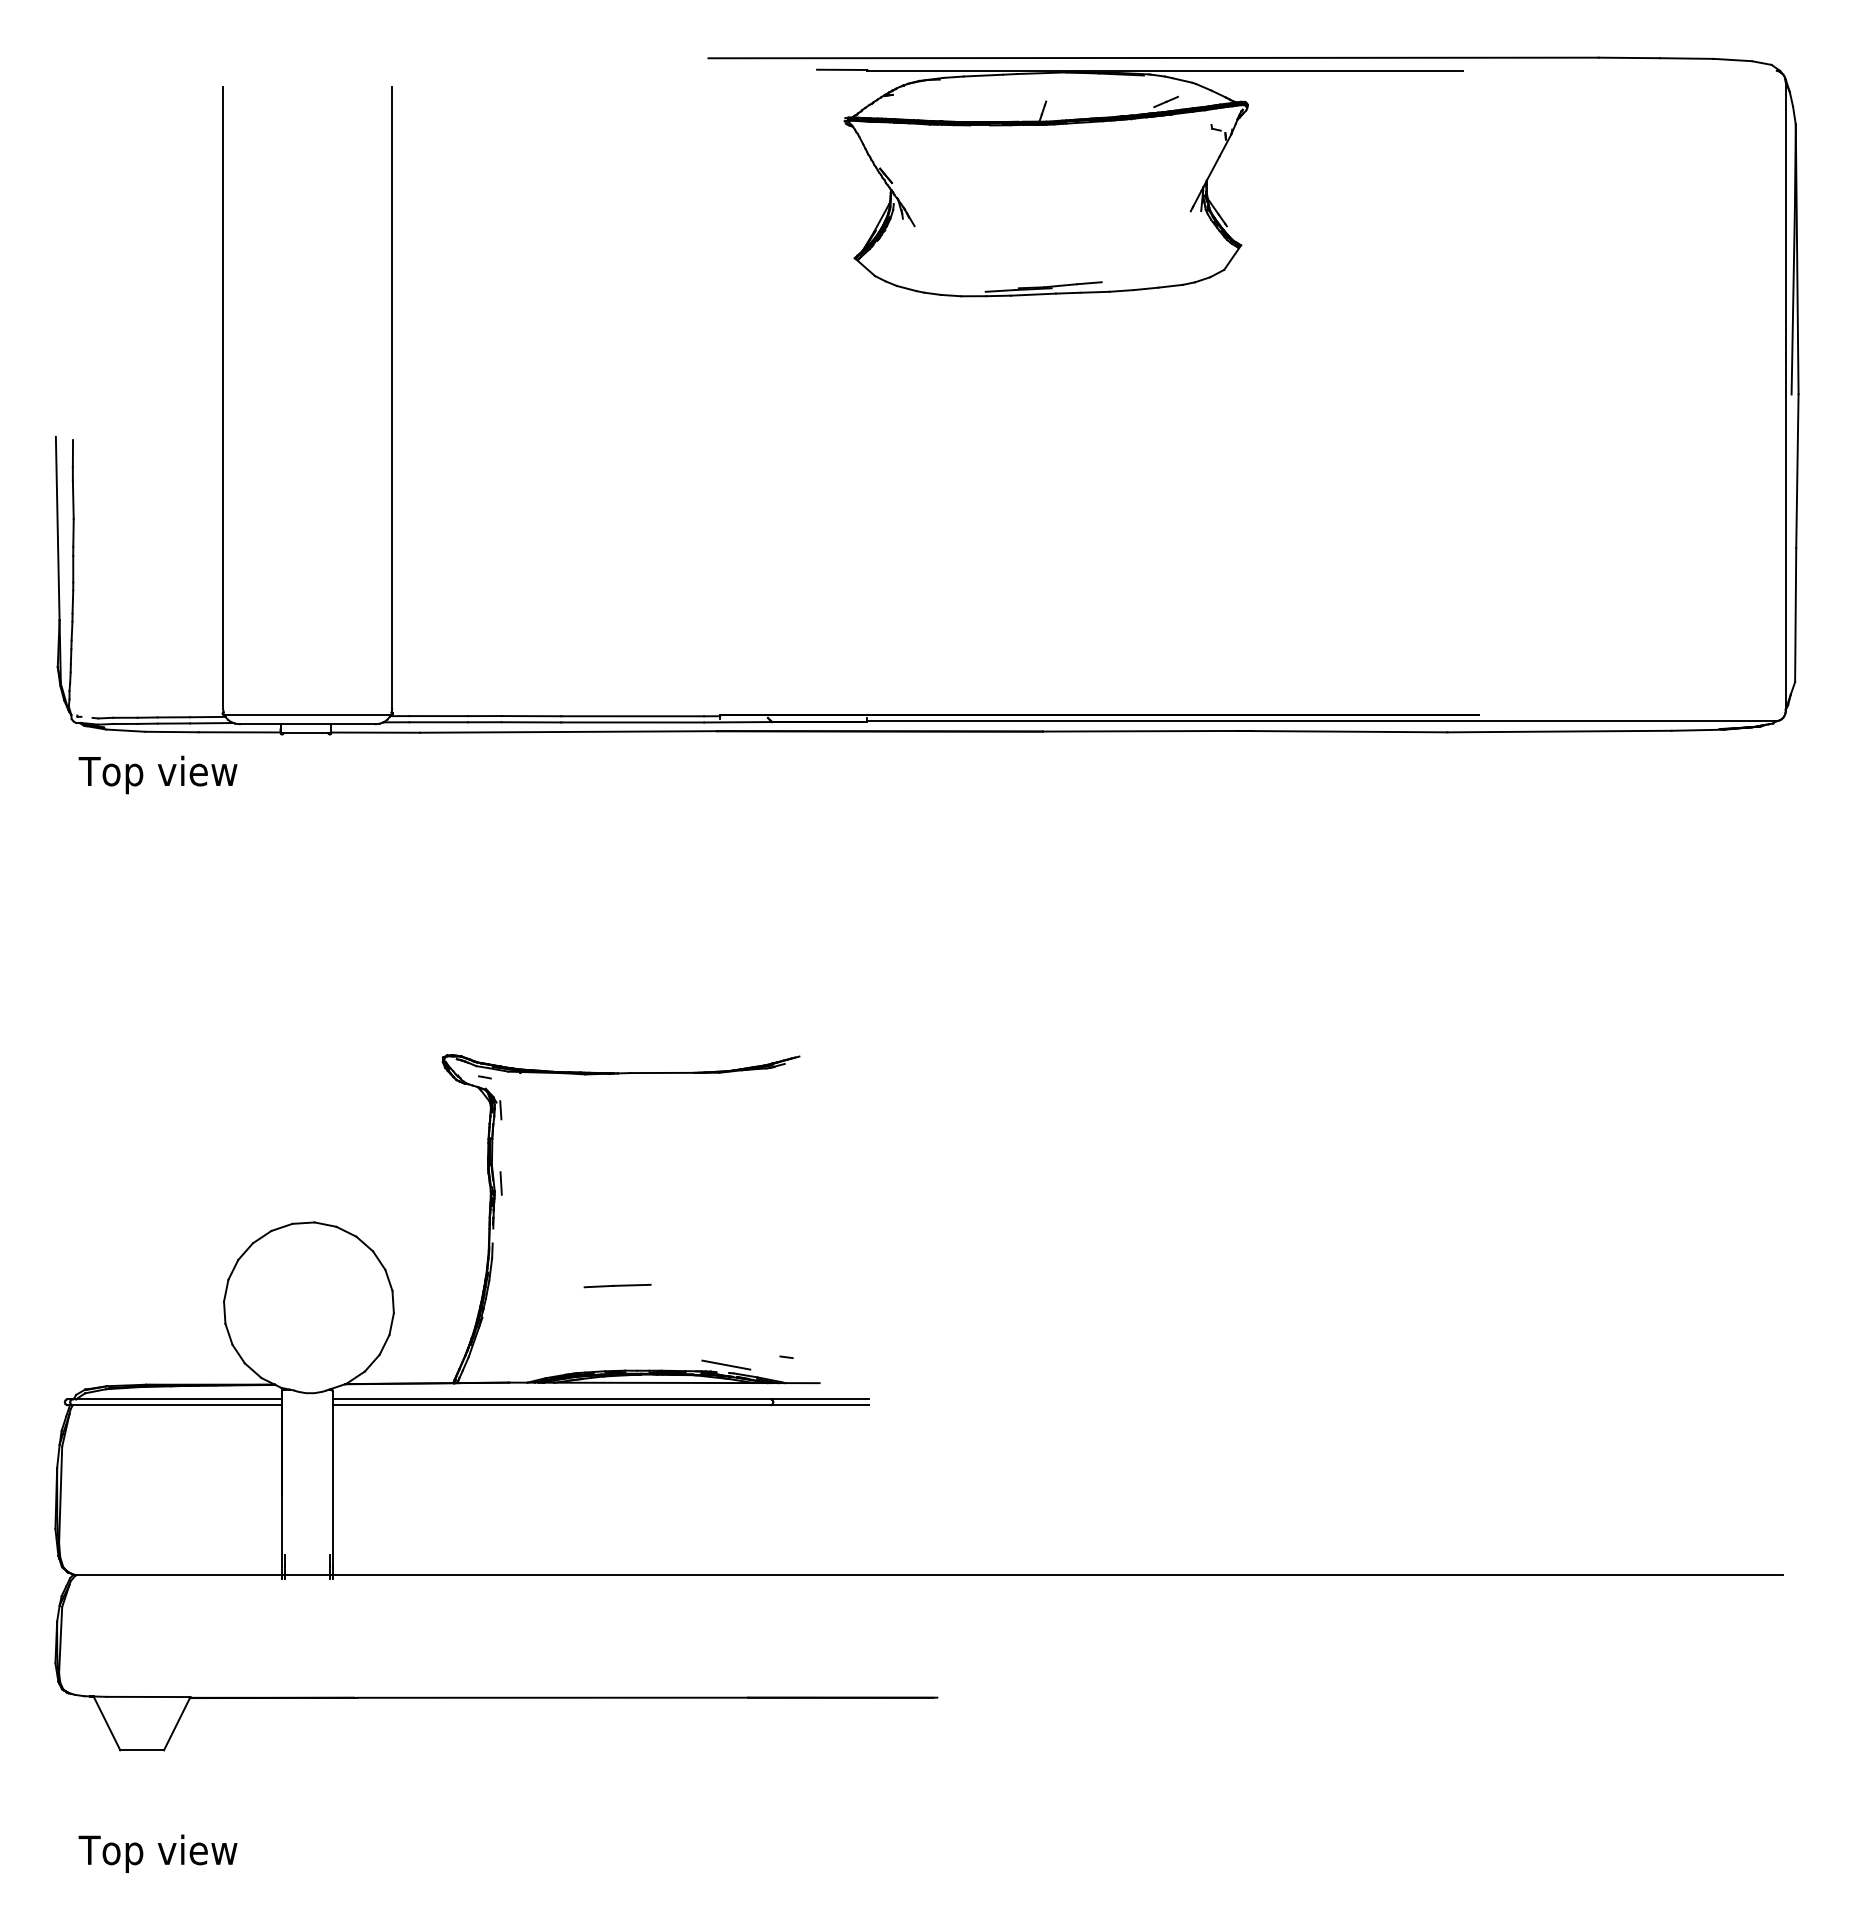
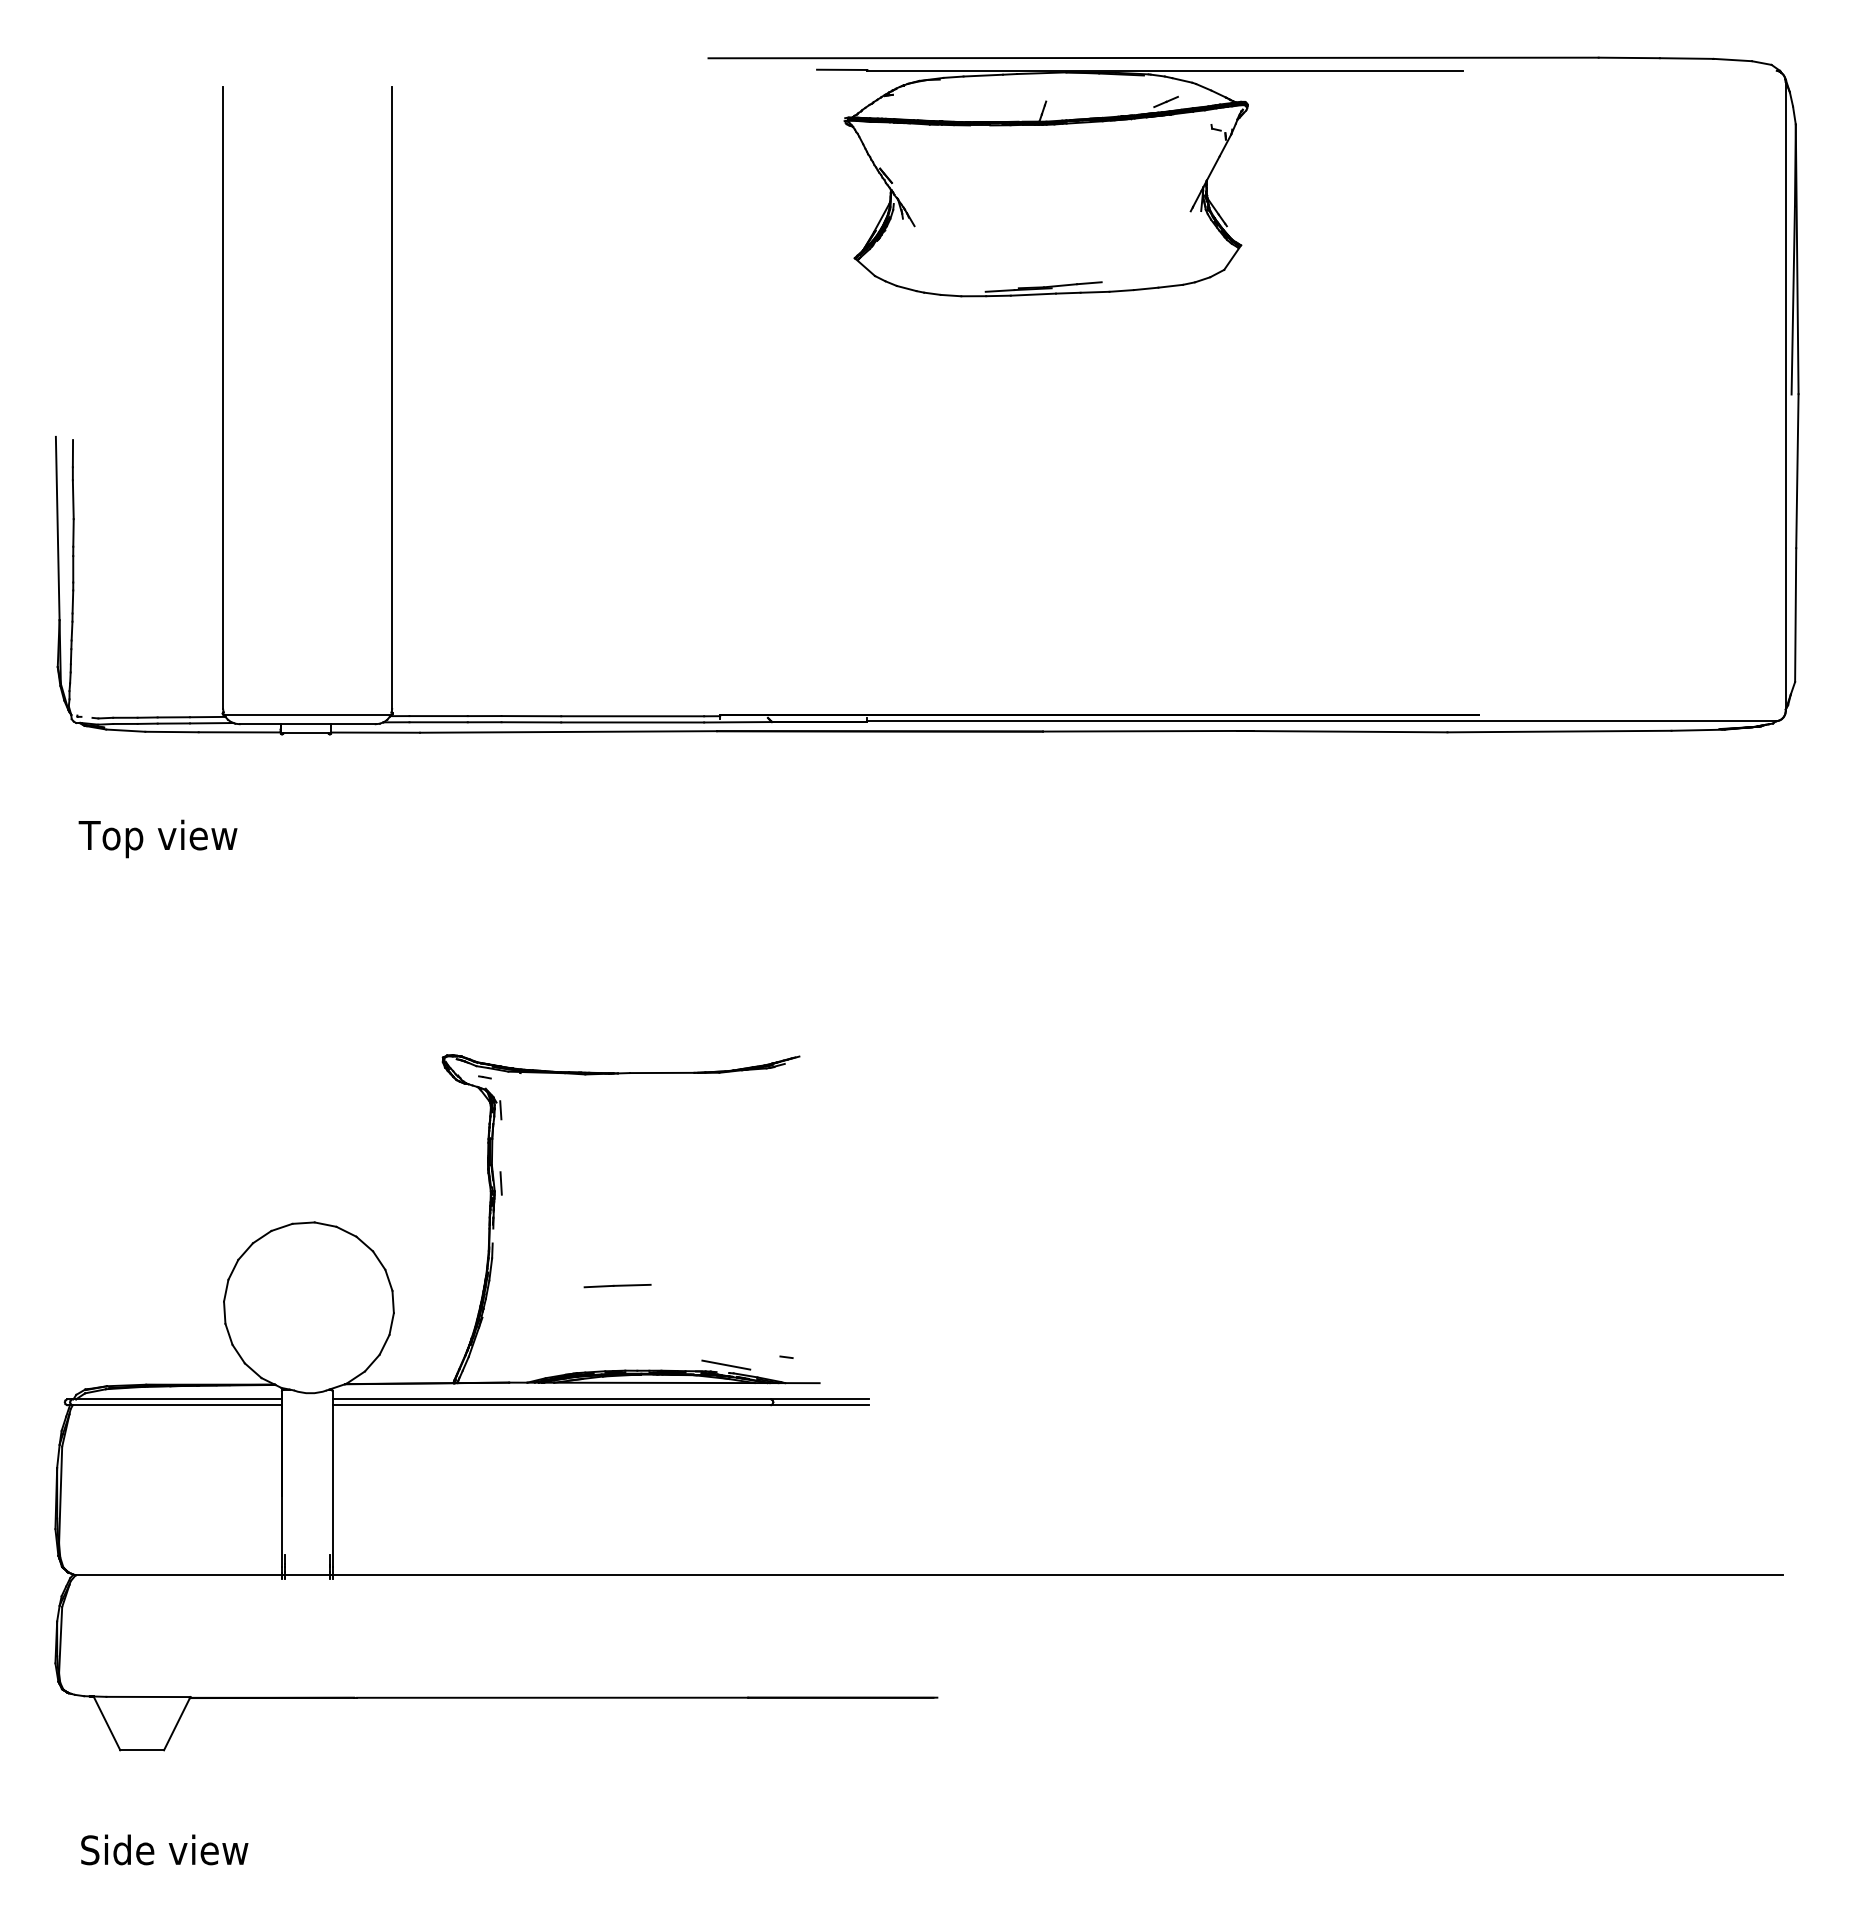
text at (157, 774) position: (157, 774) -> (157, 838)
text at (163, 1853): Top view -> Side view
